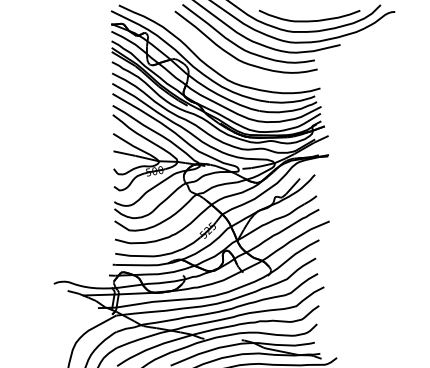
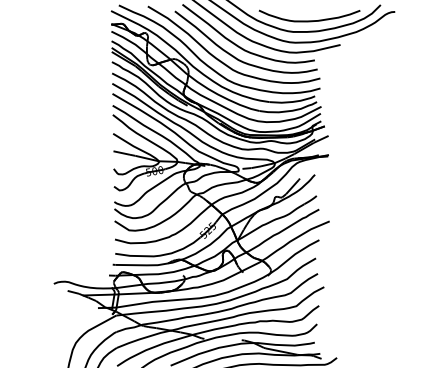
curve at (221, 60): none -> present
